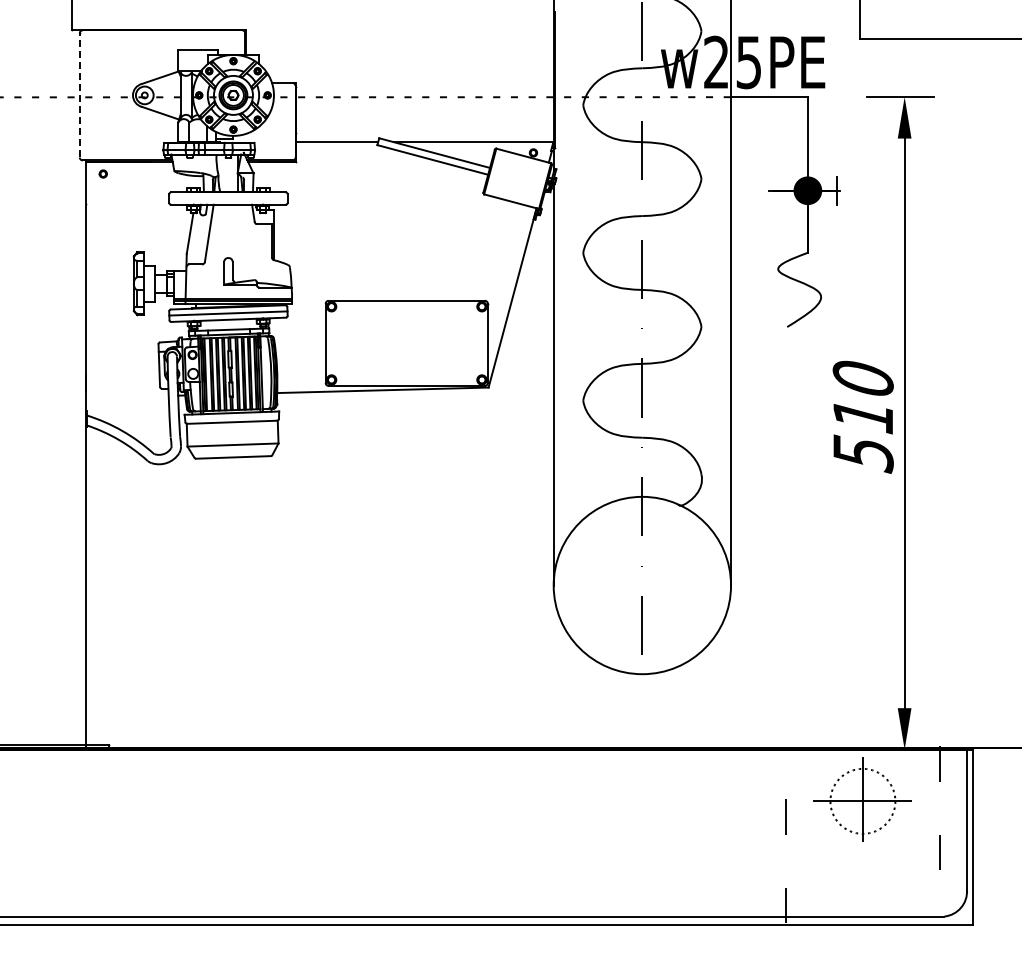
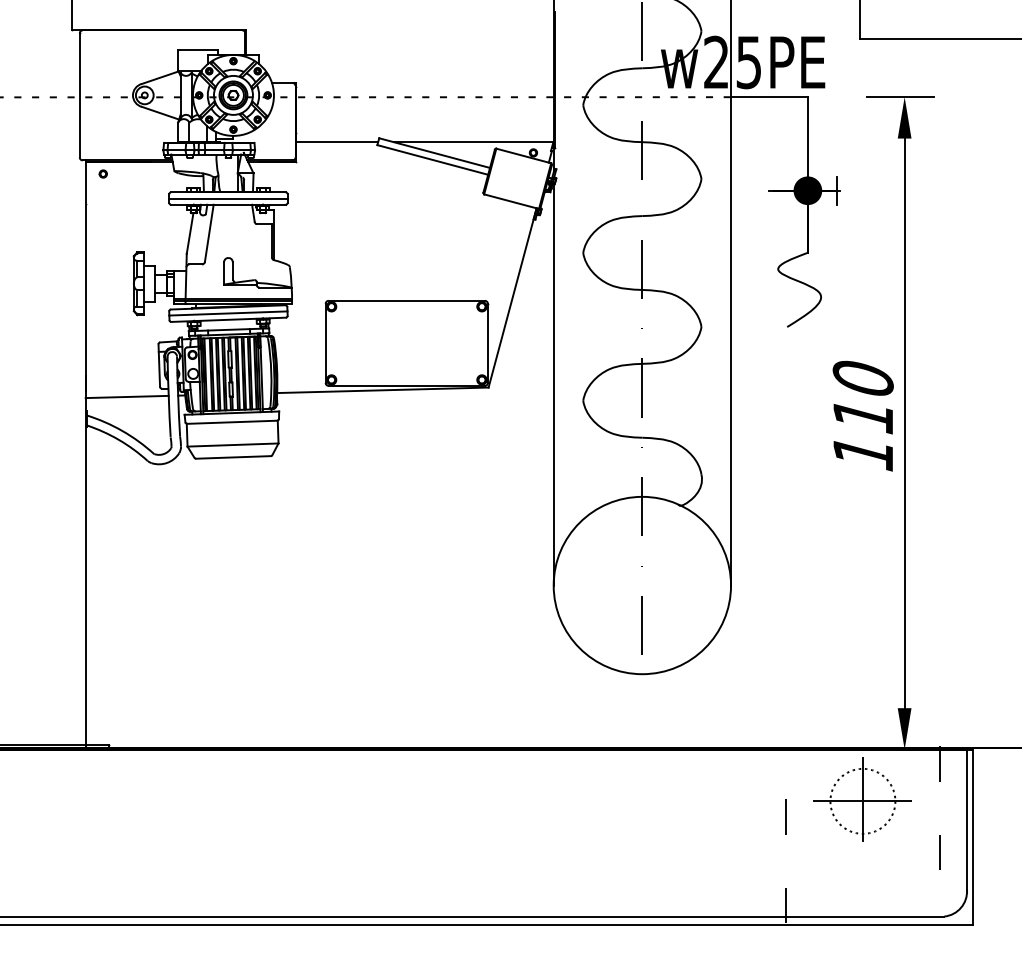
line at (79, 94): dashed -> solid
line at (228, 198): none -> present
line at (126, 396): none -> present
text at (863, 453): 510 -> 110
